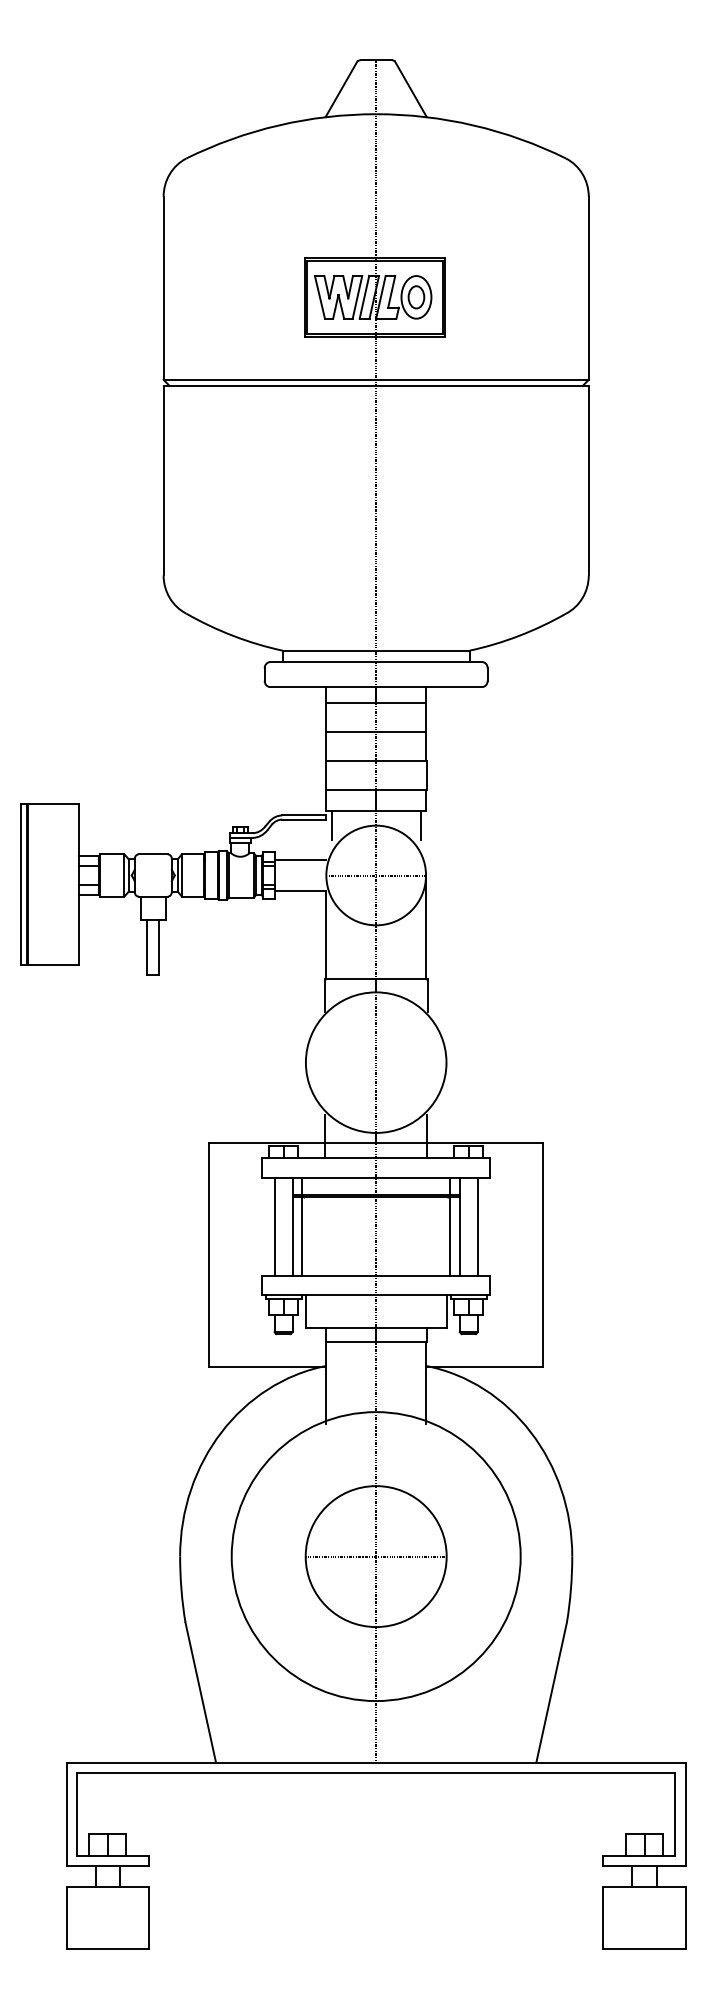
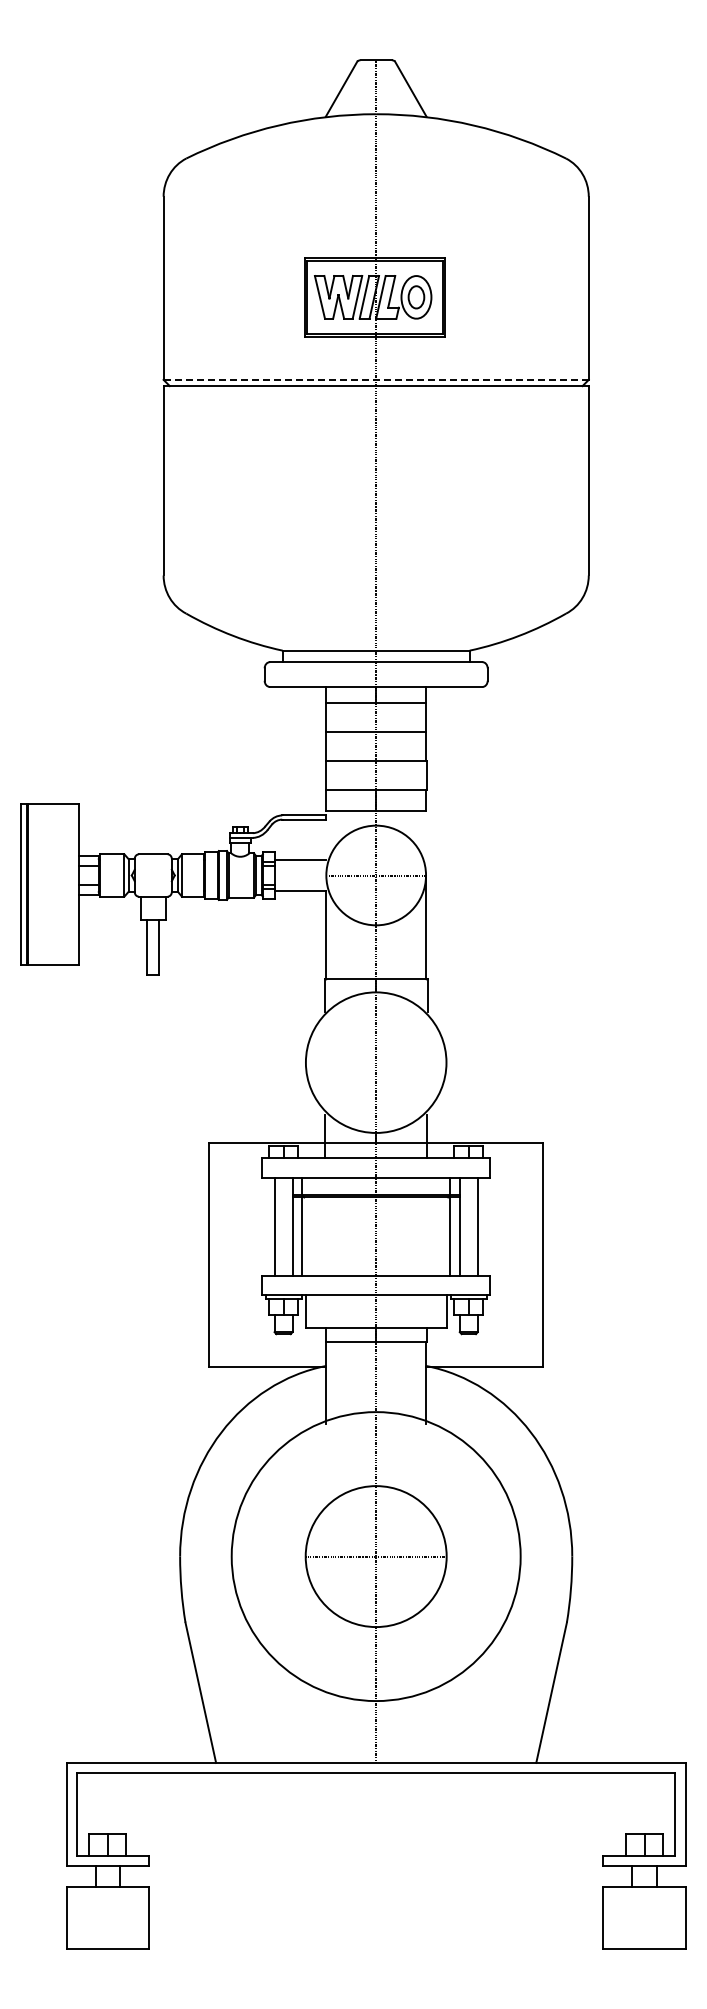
line at (376, 379): solid -> dashed
line at (331, 825): present -> none
line at (420, 825): present -> none
